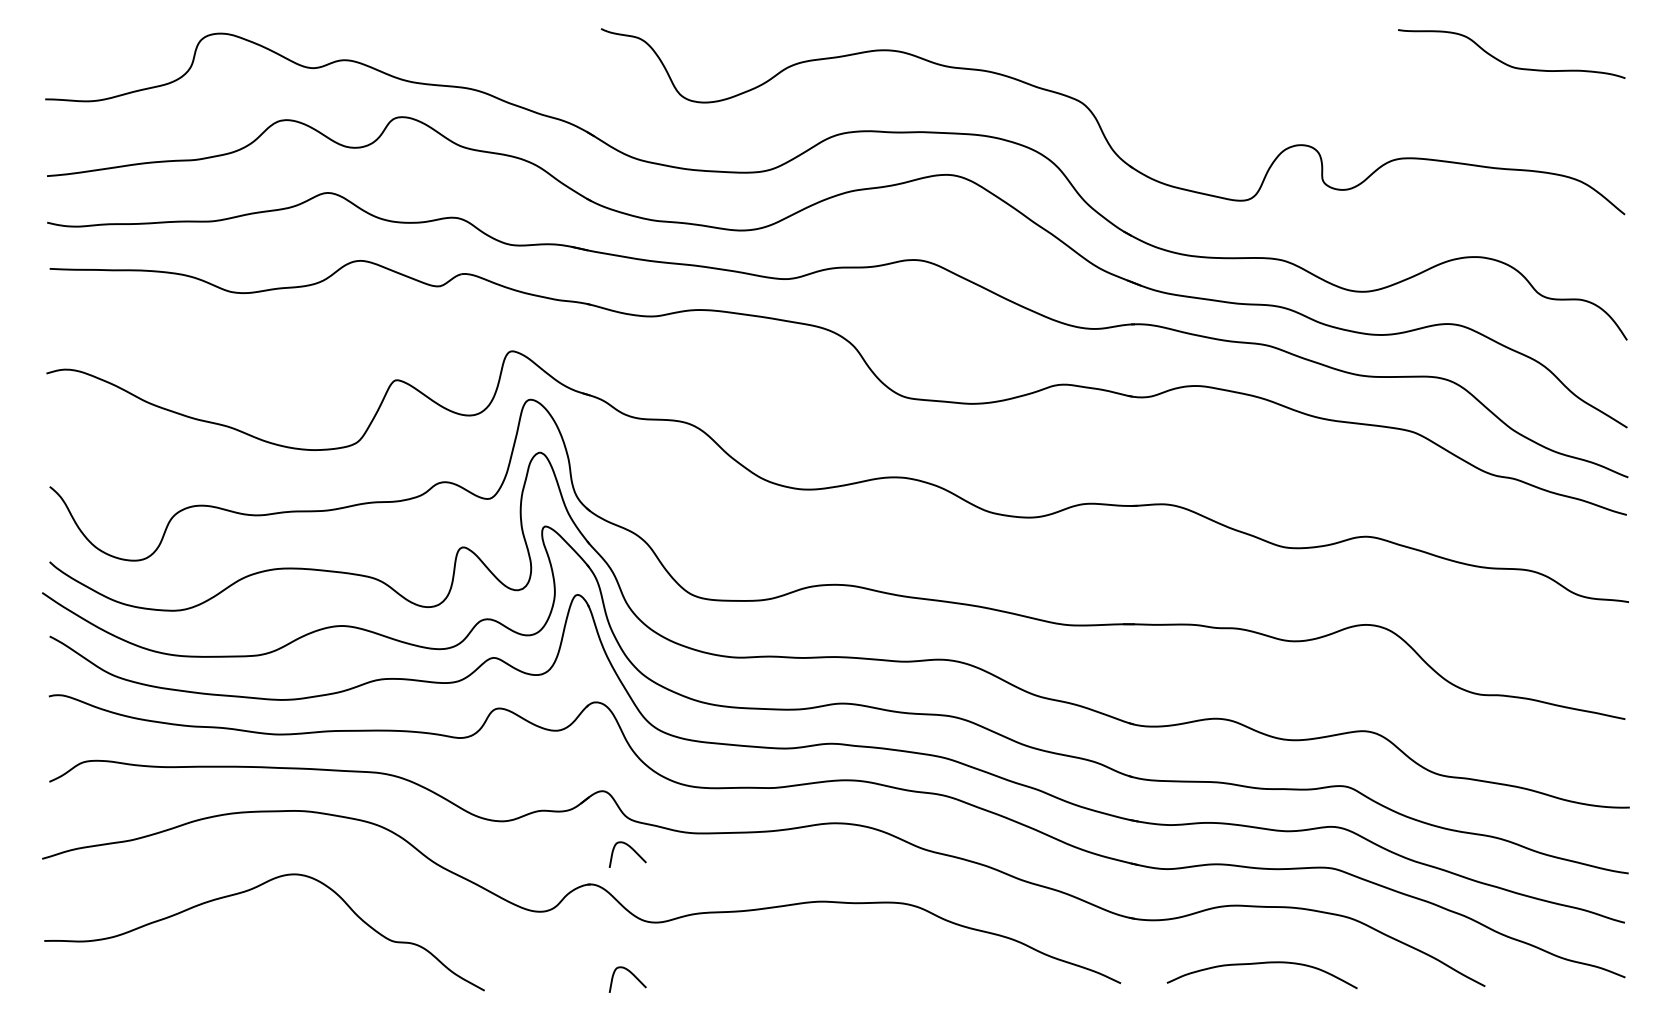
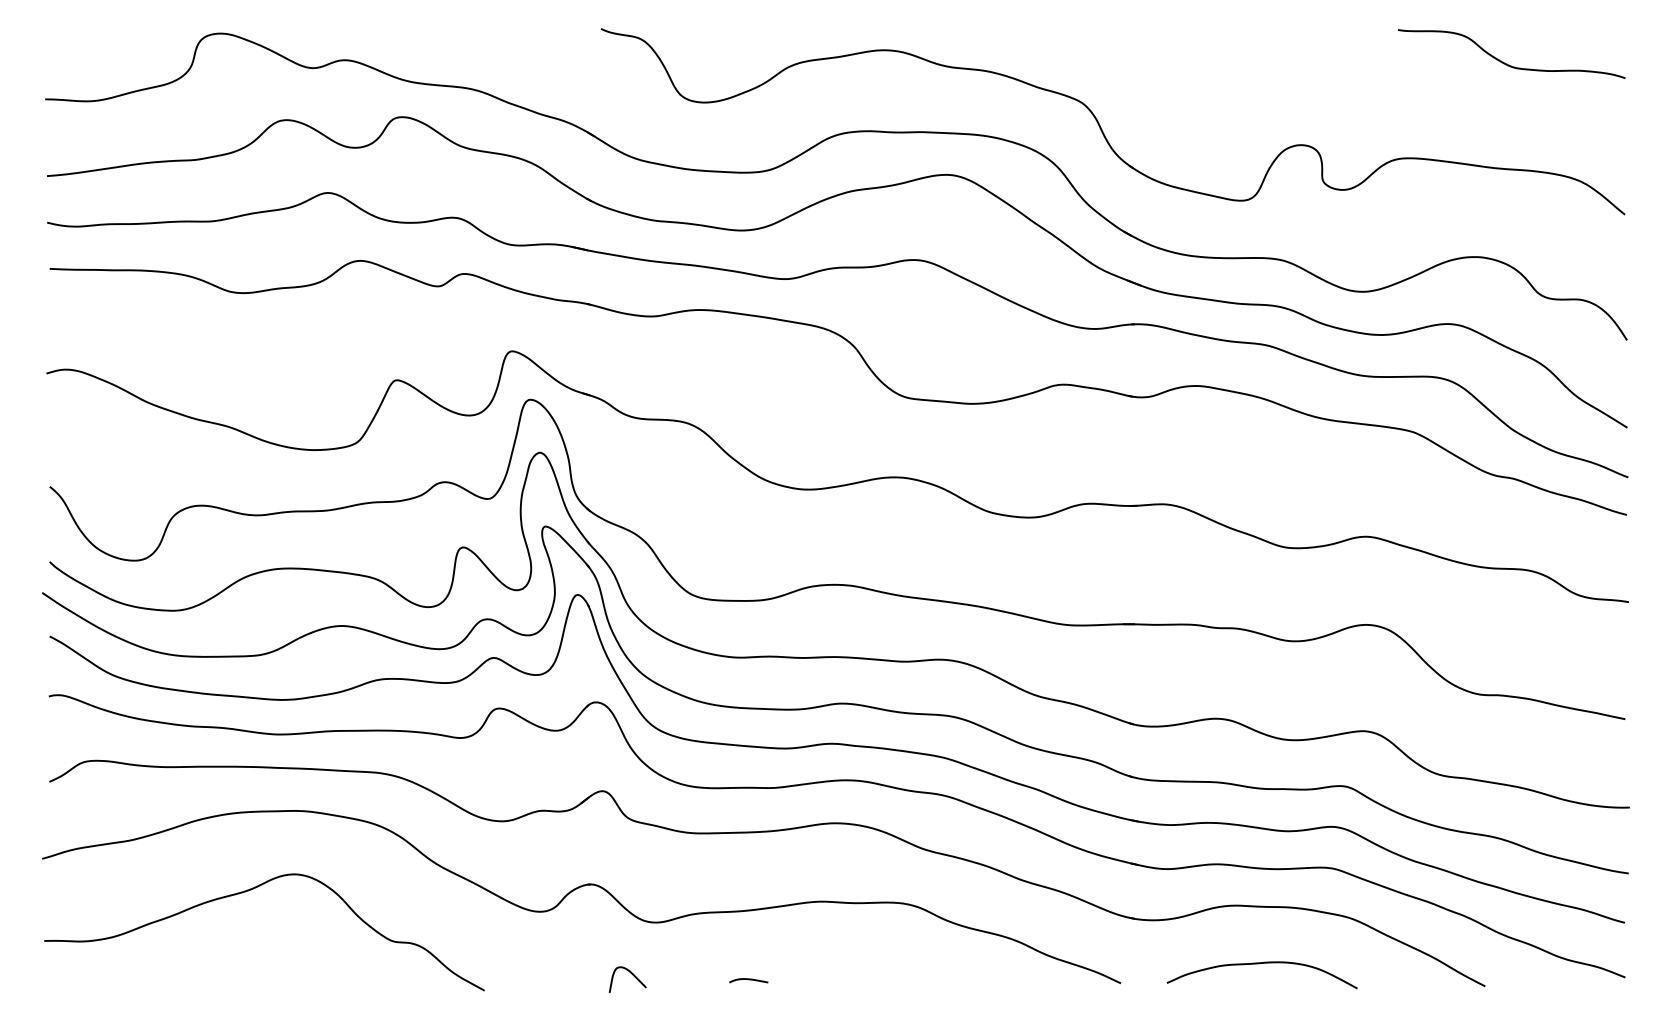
curve at (631, 849): present -> none
curve at (748, 980): none -> present
